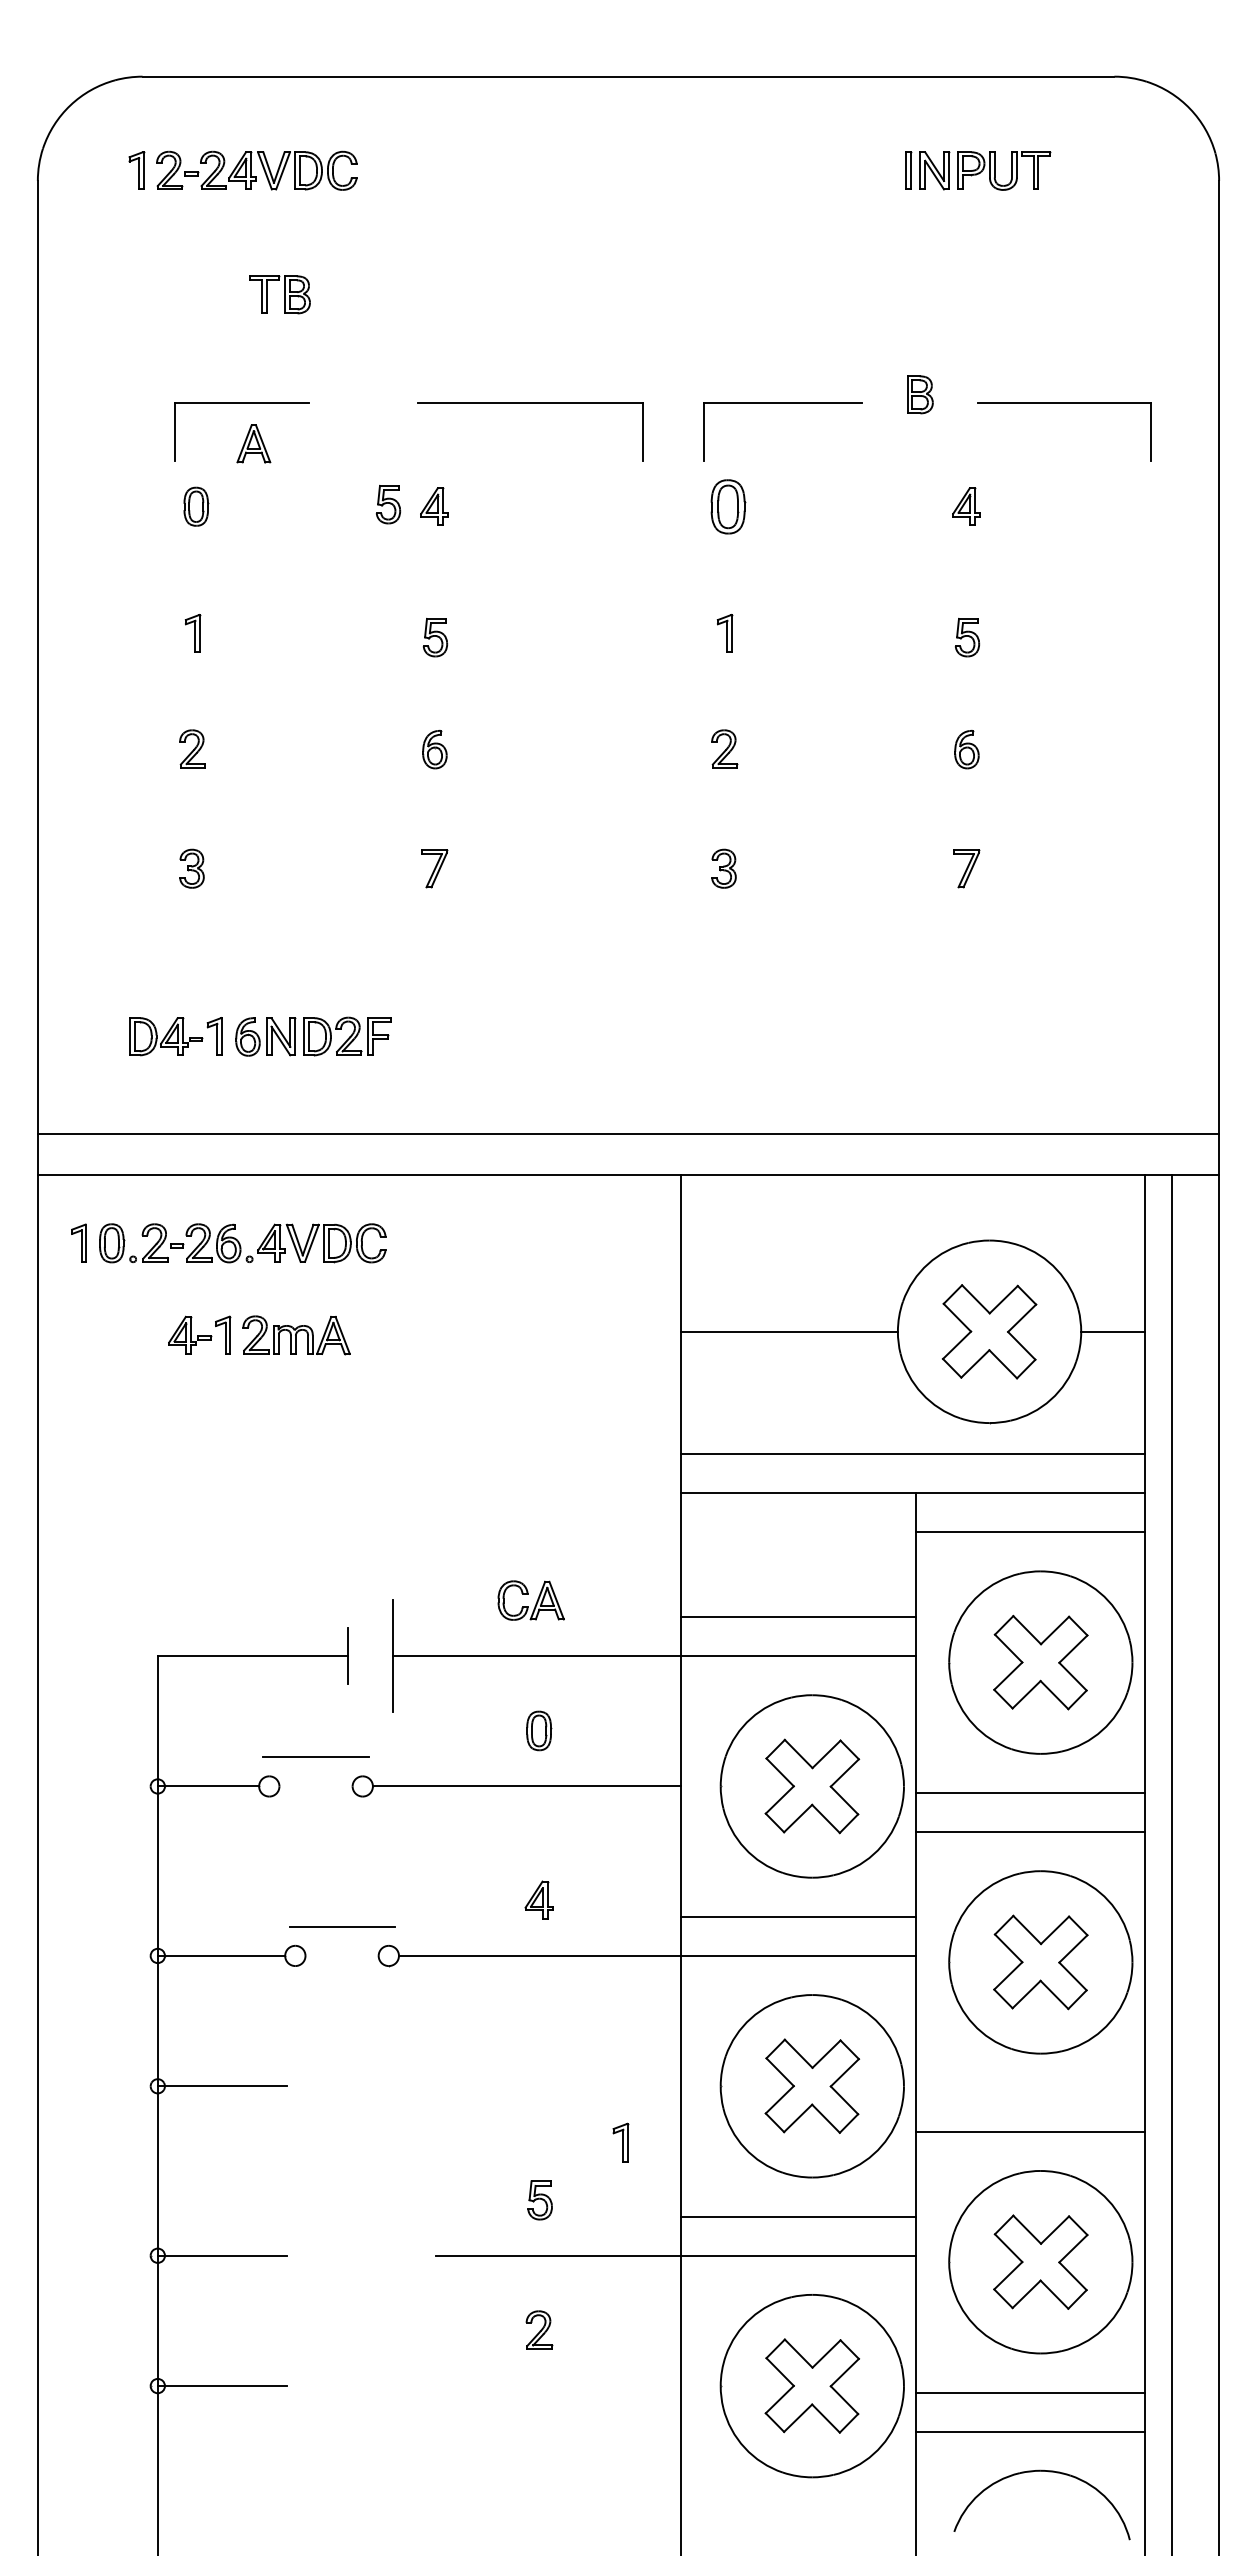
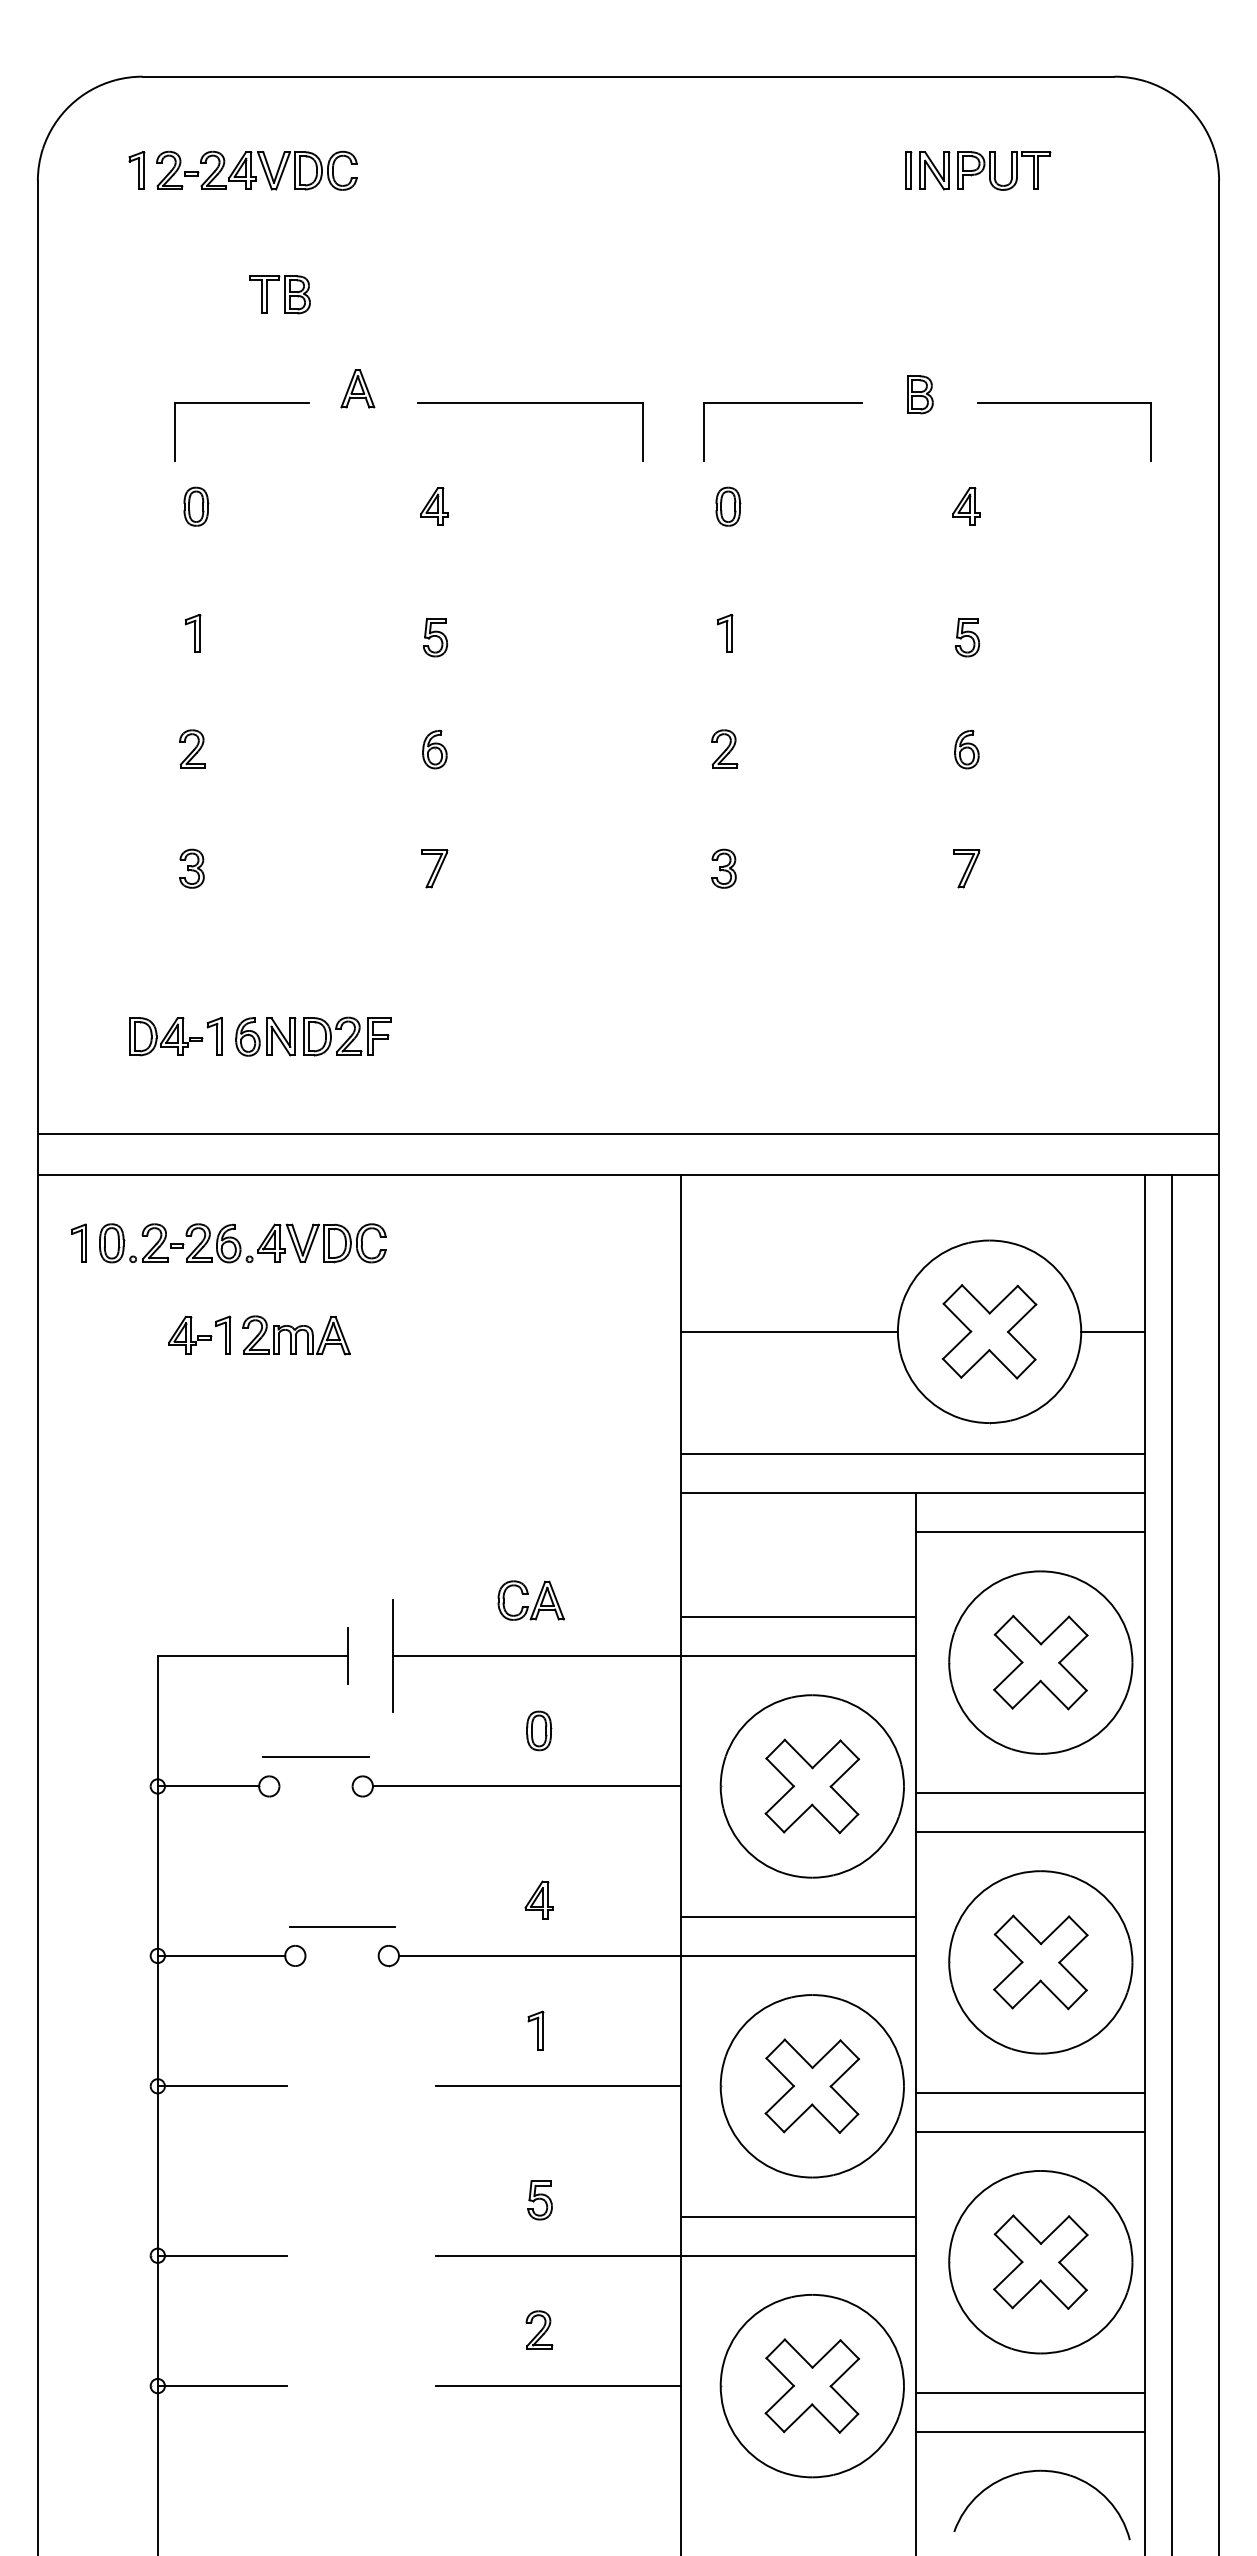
part at (253, 443) position: (253, 443) -> (357, 388)
part at (388, 504): present -> none
part at (728, 506) size: 37x56 px -> 27x41 px
line at (558, 2086): none -> present
line at (1030, 2092): none -> present
part at (620, 2142) position: (620, 2142) -> (535, 2030)
line at (558, 2386): none -> present
